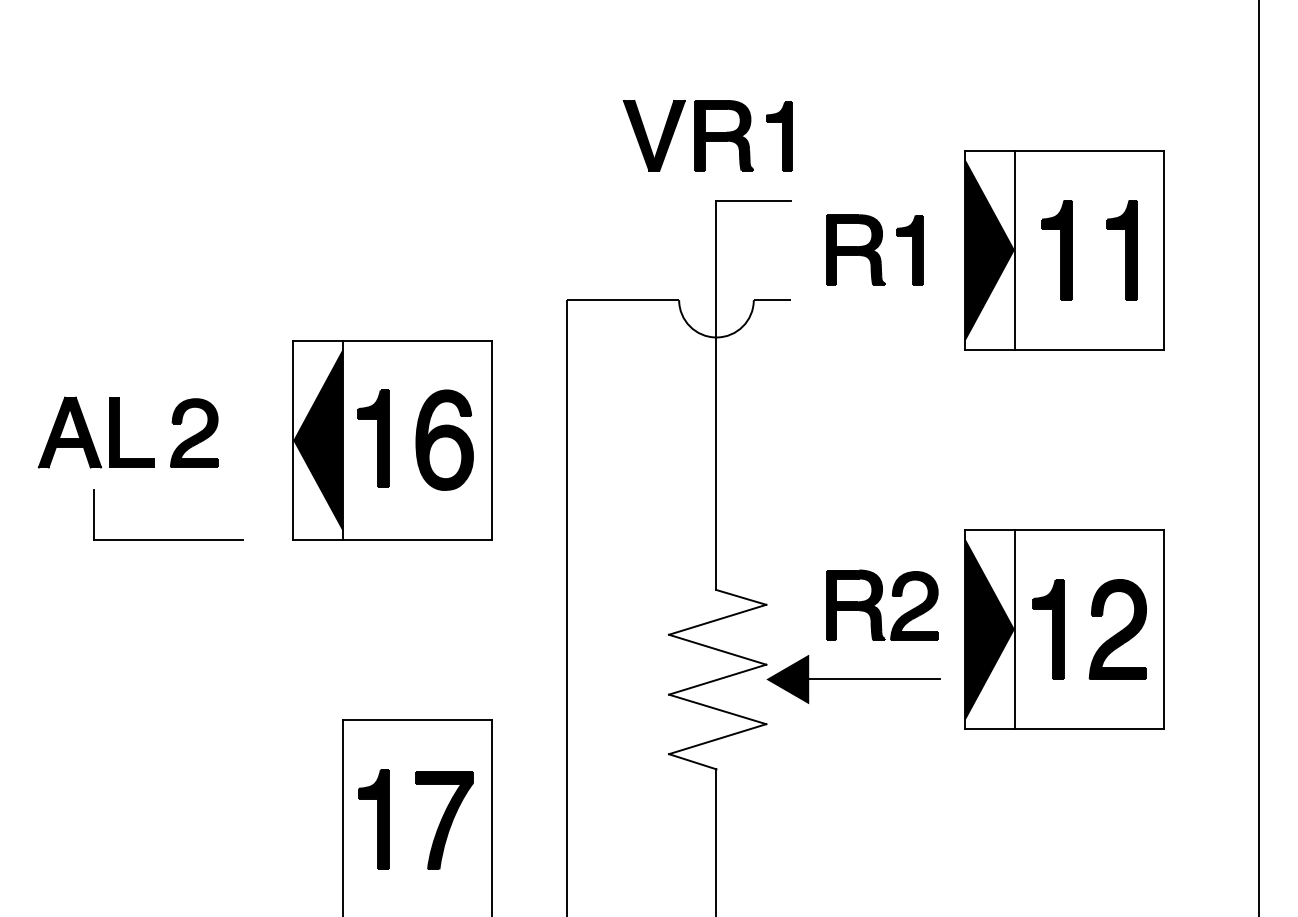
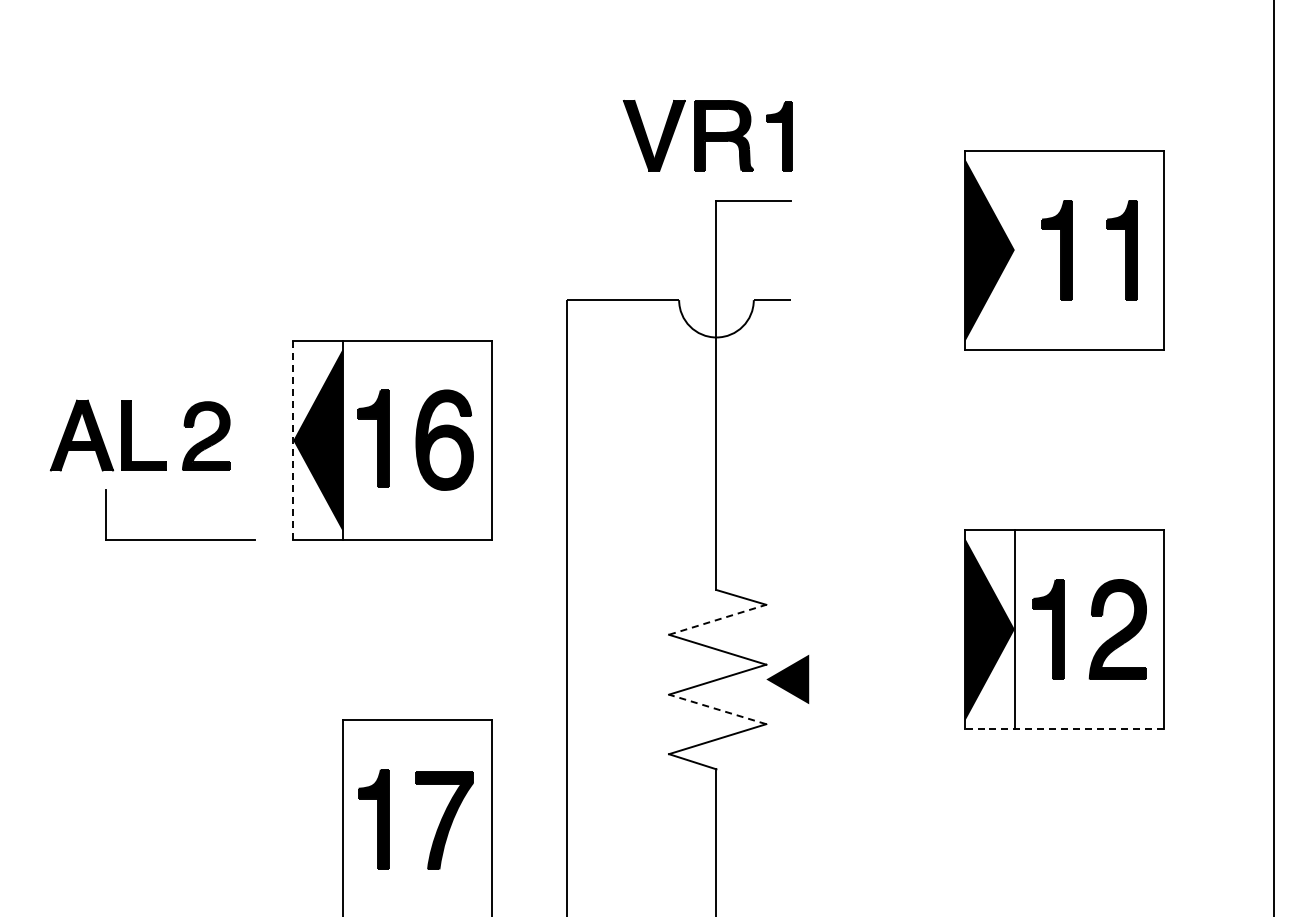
part at (874, 249): present -> none
line at (1014, 249): present -> none
part at (119, 432) position: (119, 432) -> (131, 435)
line at (293, 440): solid -> dashed
line at (1259, 457) position: (1259, 457) -> (1274, 457)
part at (168, 539) position: (168, 539) -> (180, 539)
part at (882, 604): present -> none
line at (717, 619): solid -> dashed
line at (874, 679): present -> none
line at (717, 709): solid -> dashed
line at (1064, 729): solid -> dashed
